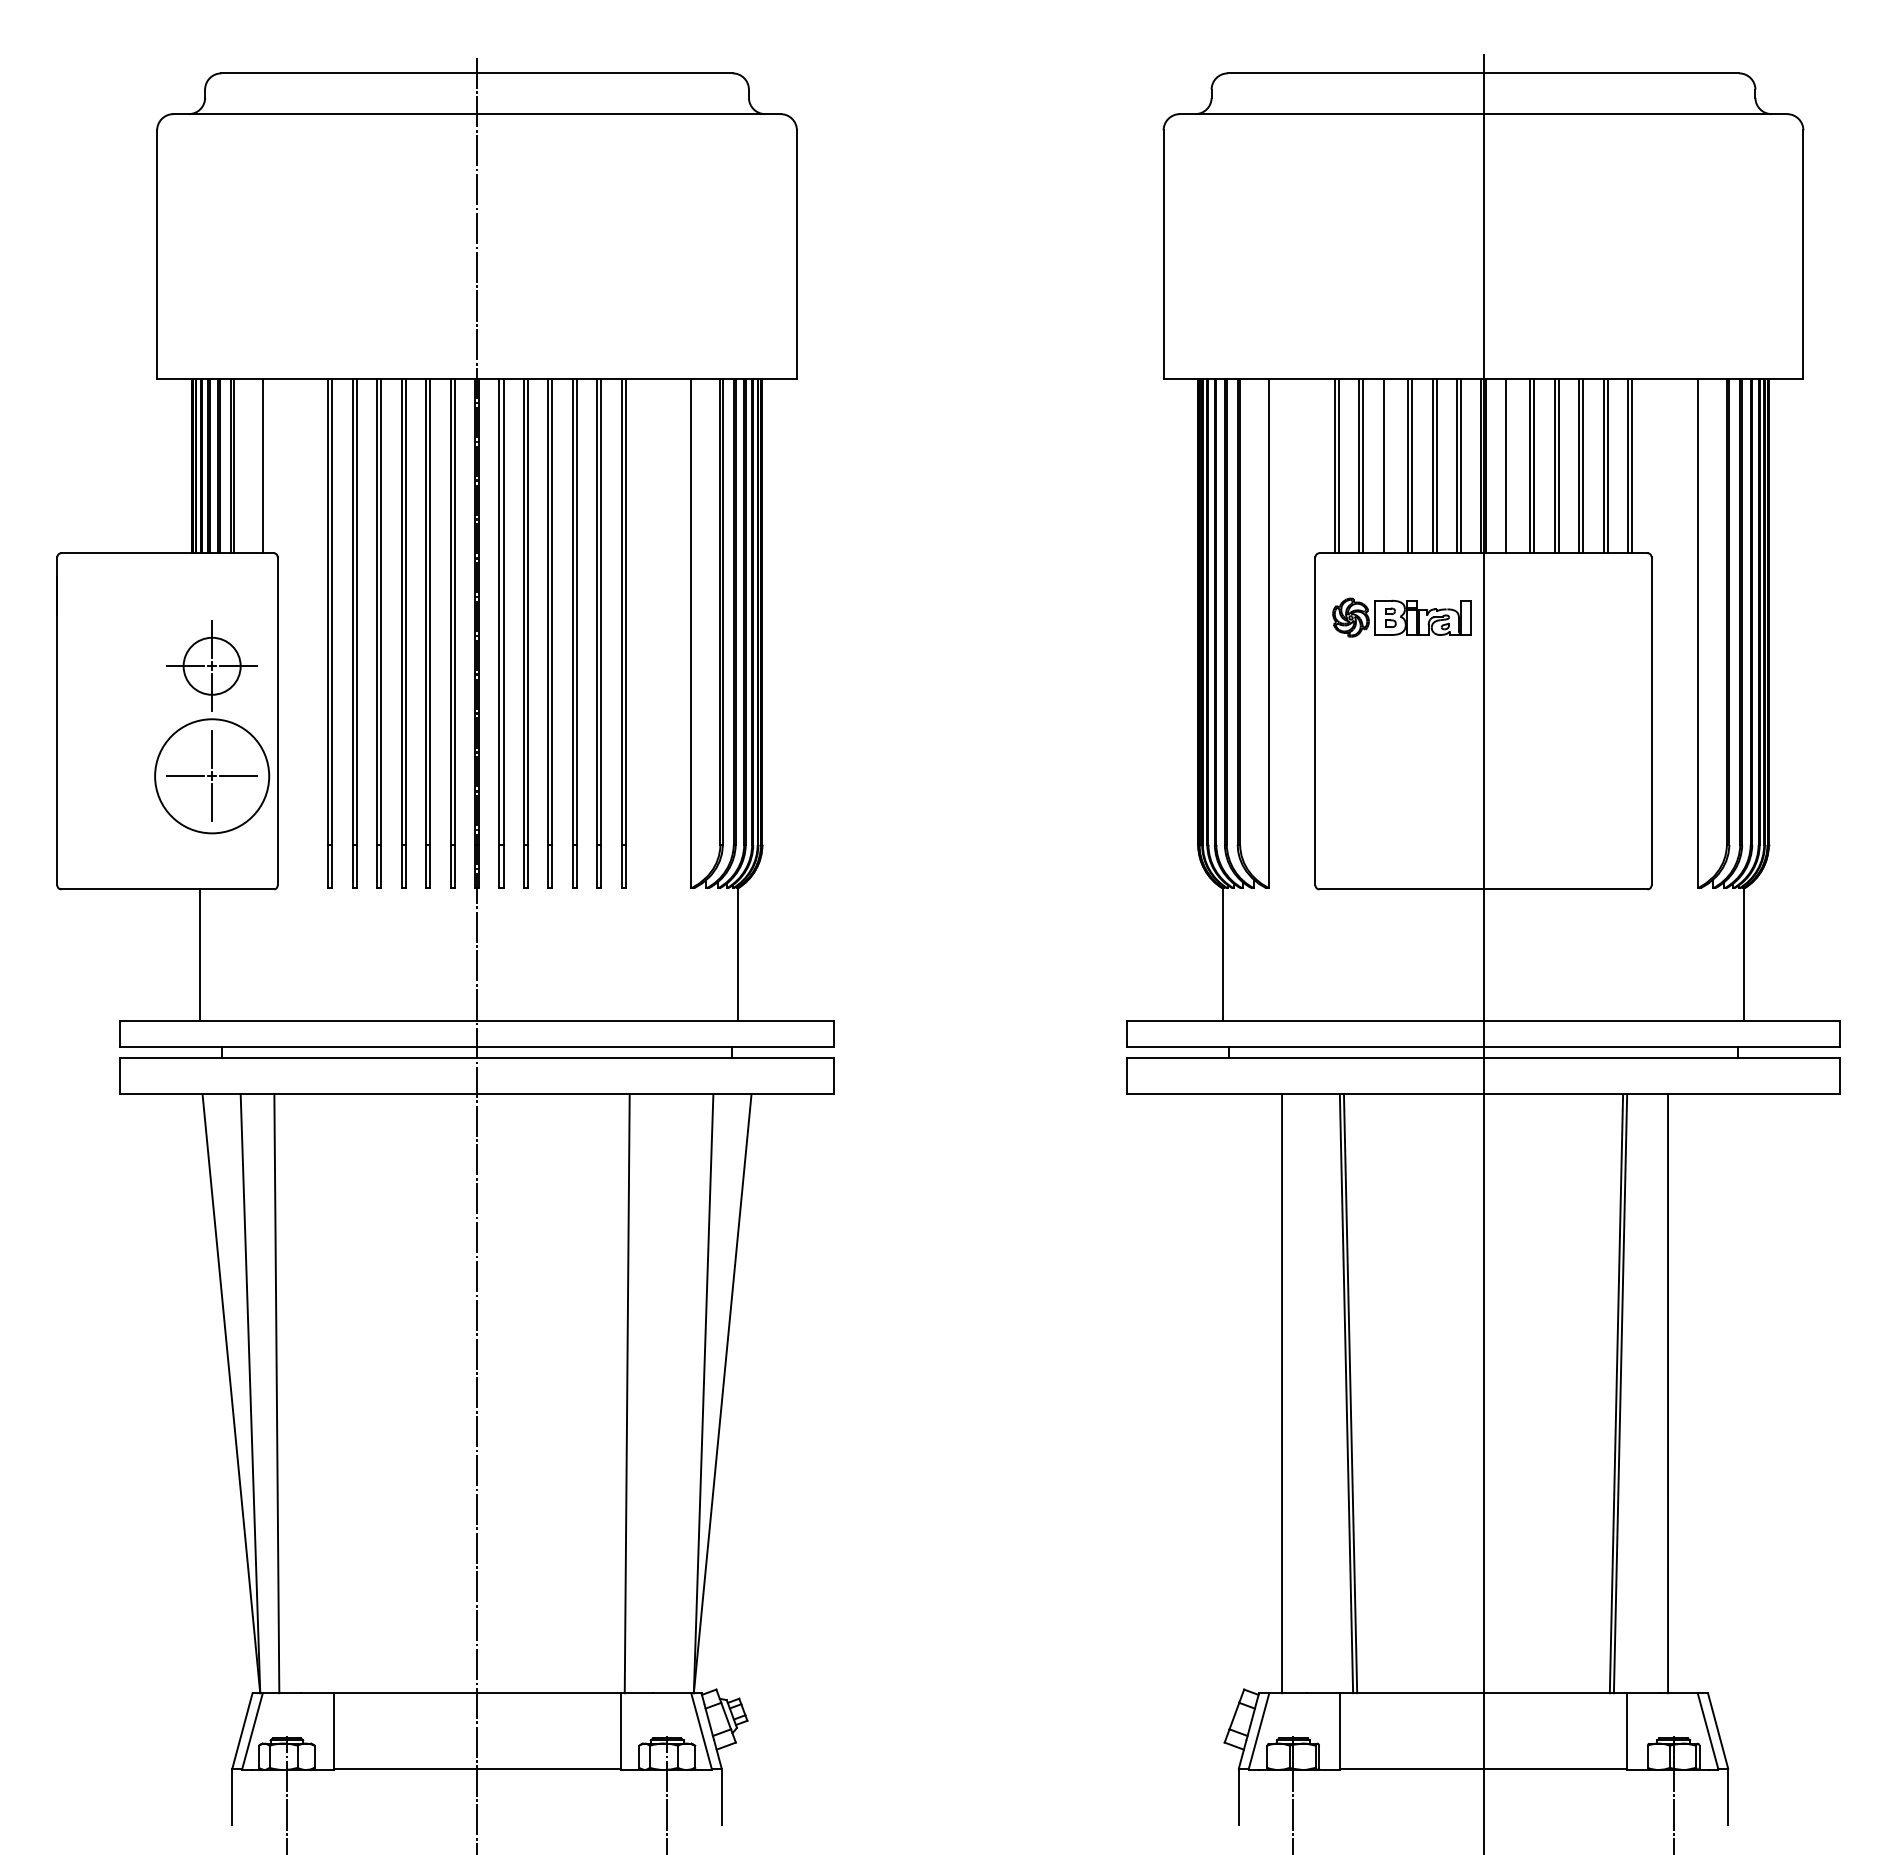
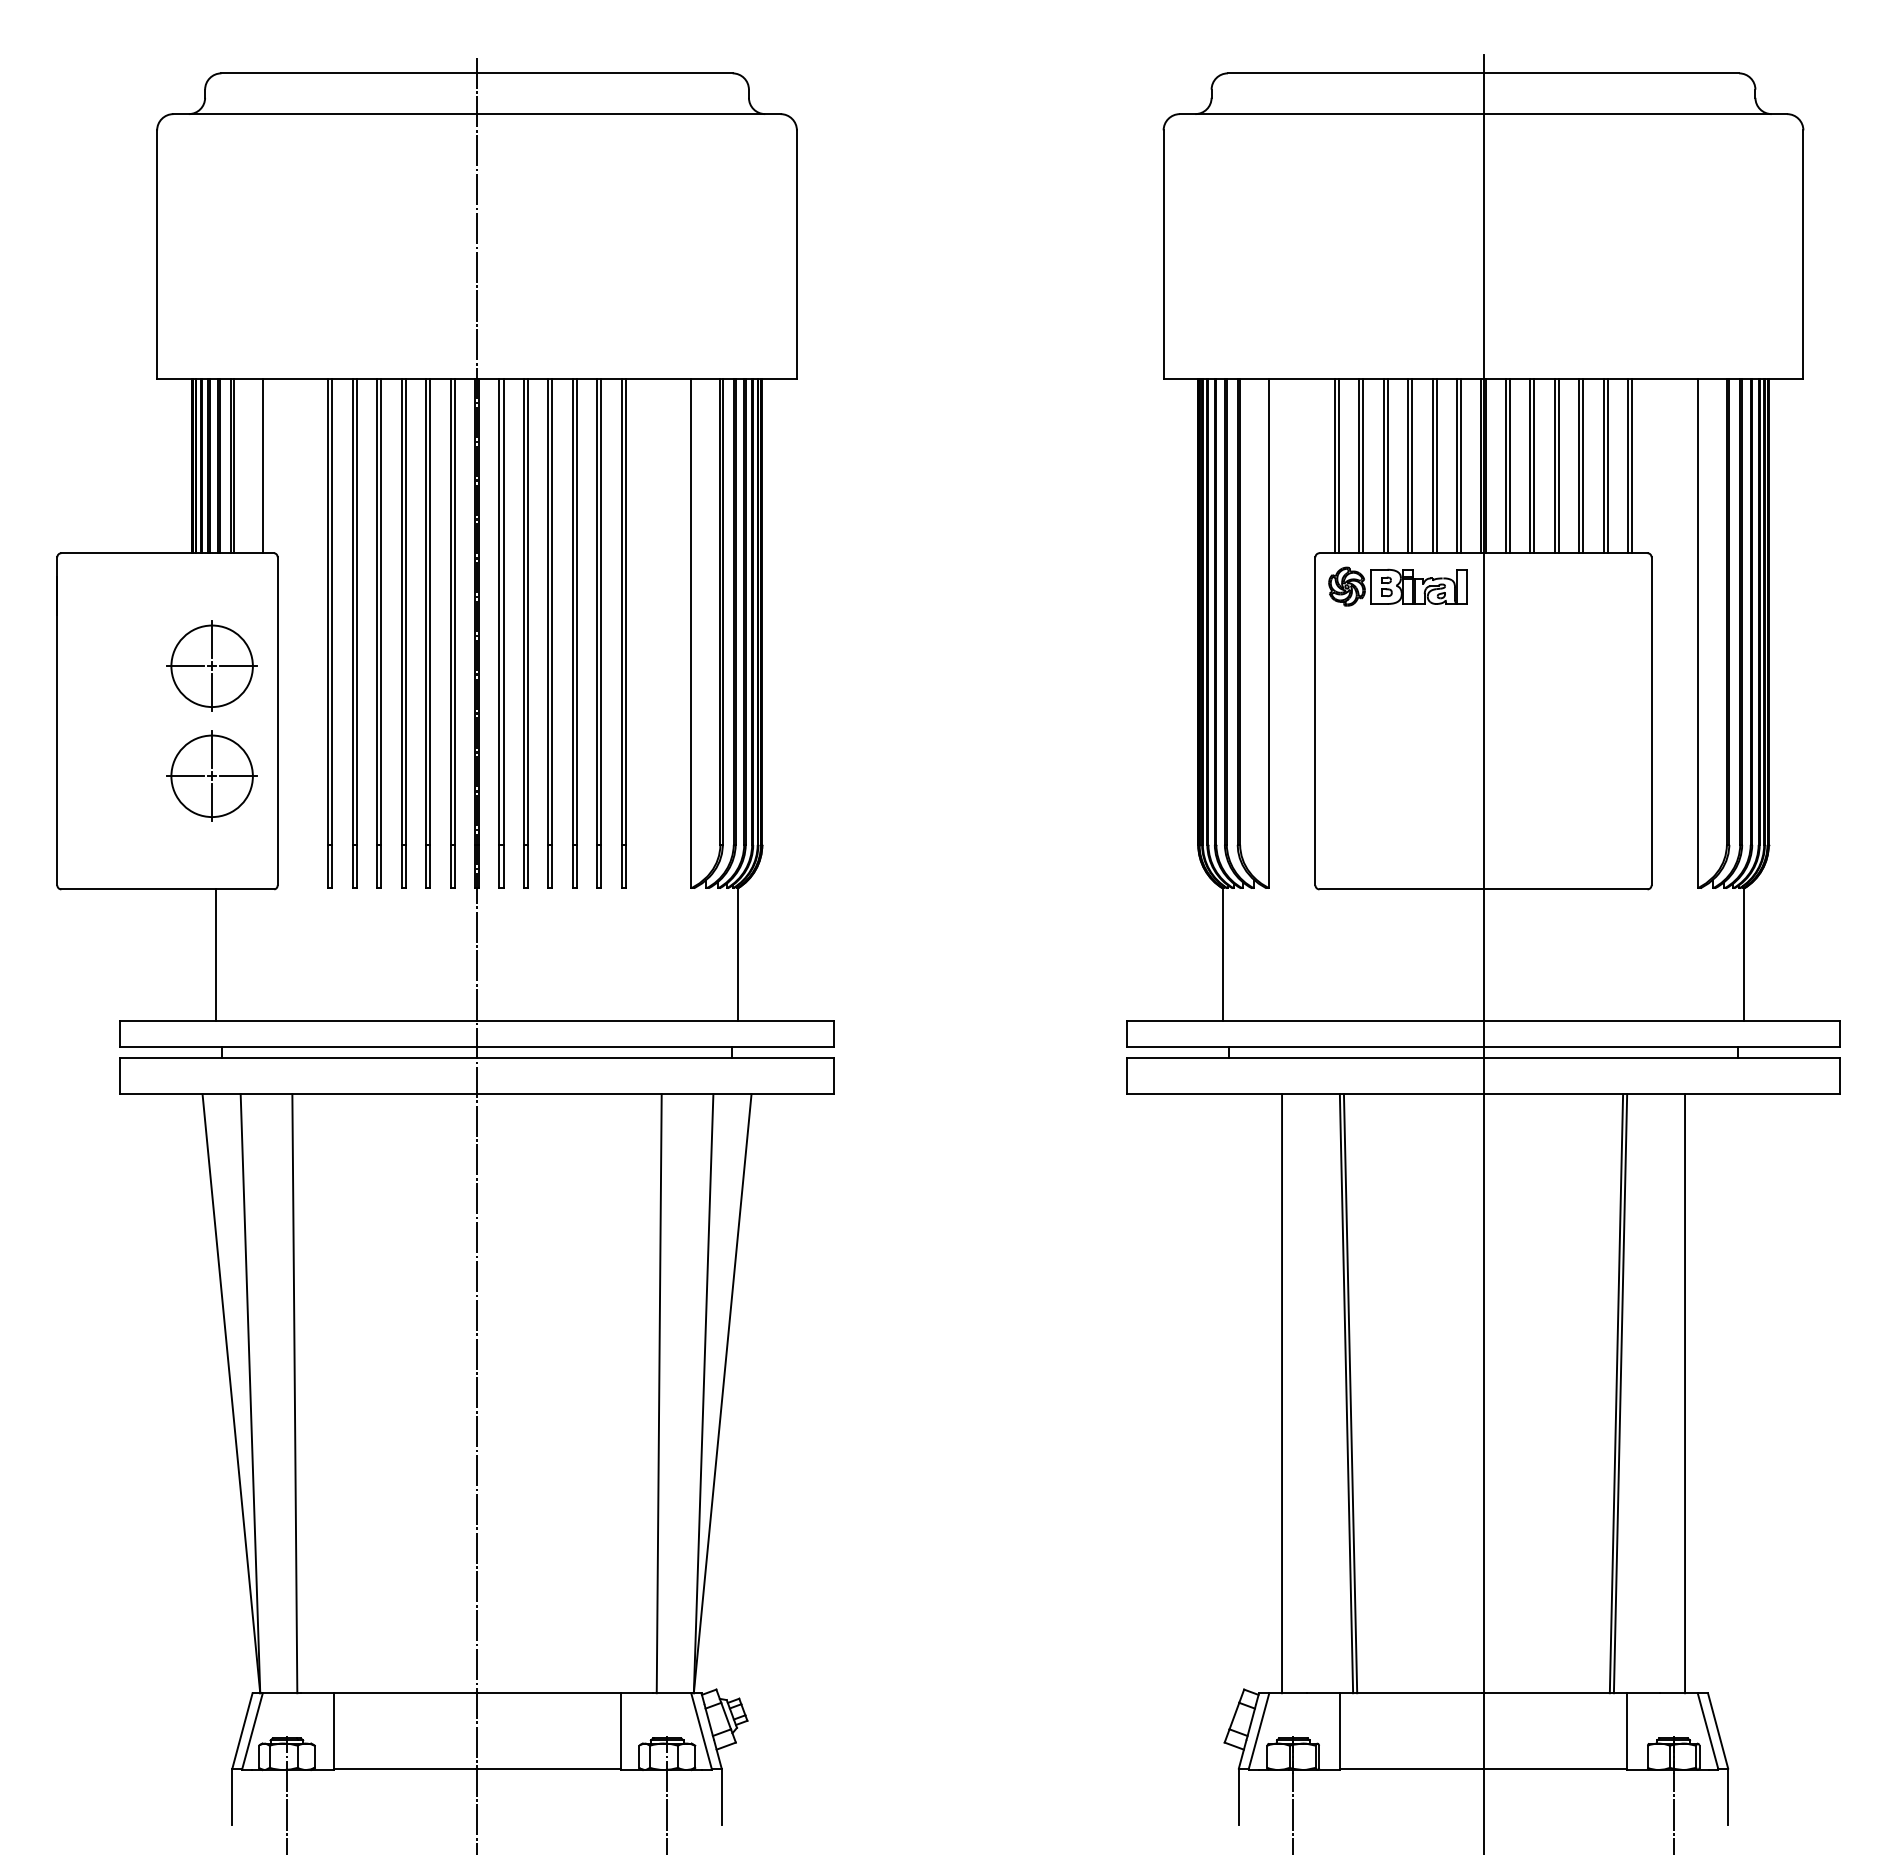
line at (1387, 466): none -> present
line at (1510, 466): none -> present
part at (1401, 617) position: (1401, 617) -> (1397, 586)
circle at (211, 665) diameter: 57 px -> 82 px
circle at (212, 776) diameter: 114 px -> 82 px
line at (200, 954) position: (200, 954) -> (216, 954)
line at (276, 1393) position: (276, 1393) -> (294, 1393)
line at (626, 1393) position: (626, 1393) -> (658, 1393)
line at (1668, 1393) position: (1668, 1393) -> (1685, 1393)
